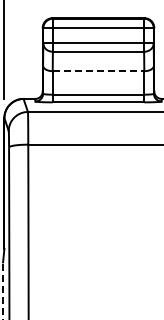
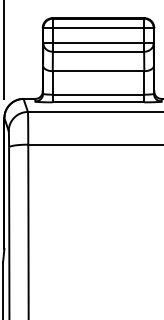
line at (98, 71): dashed -> solid
line at (3, 290): dashed -> solid
